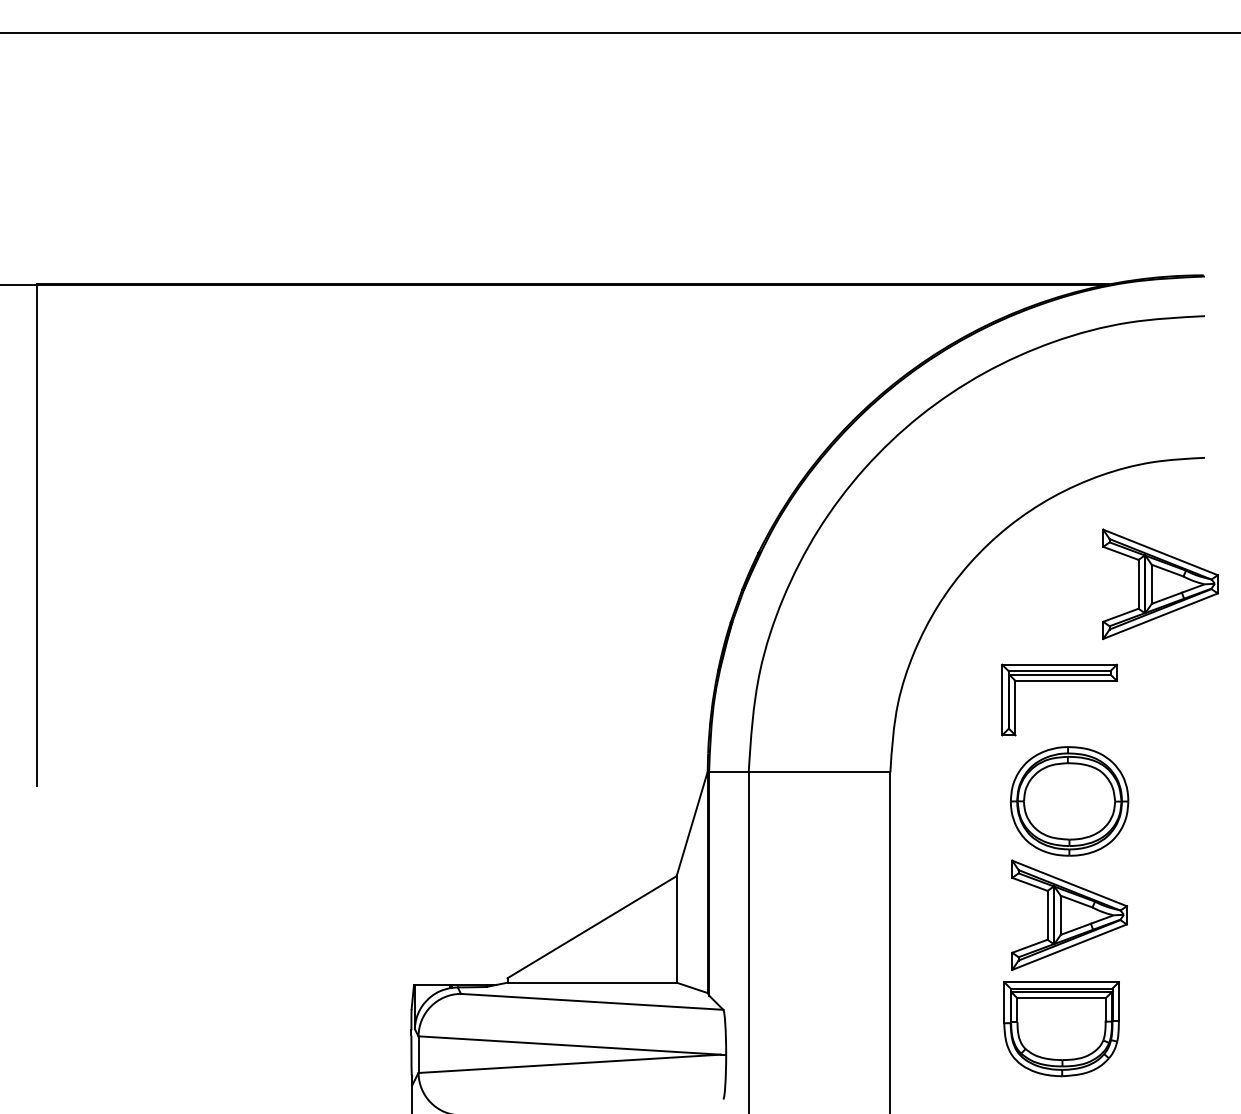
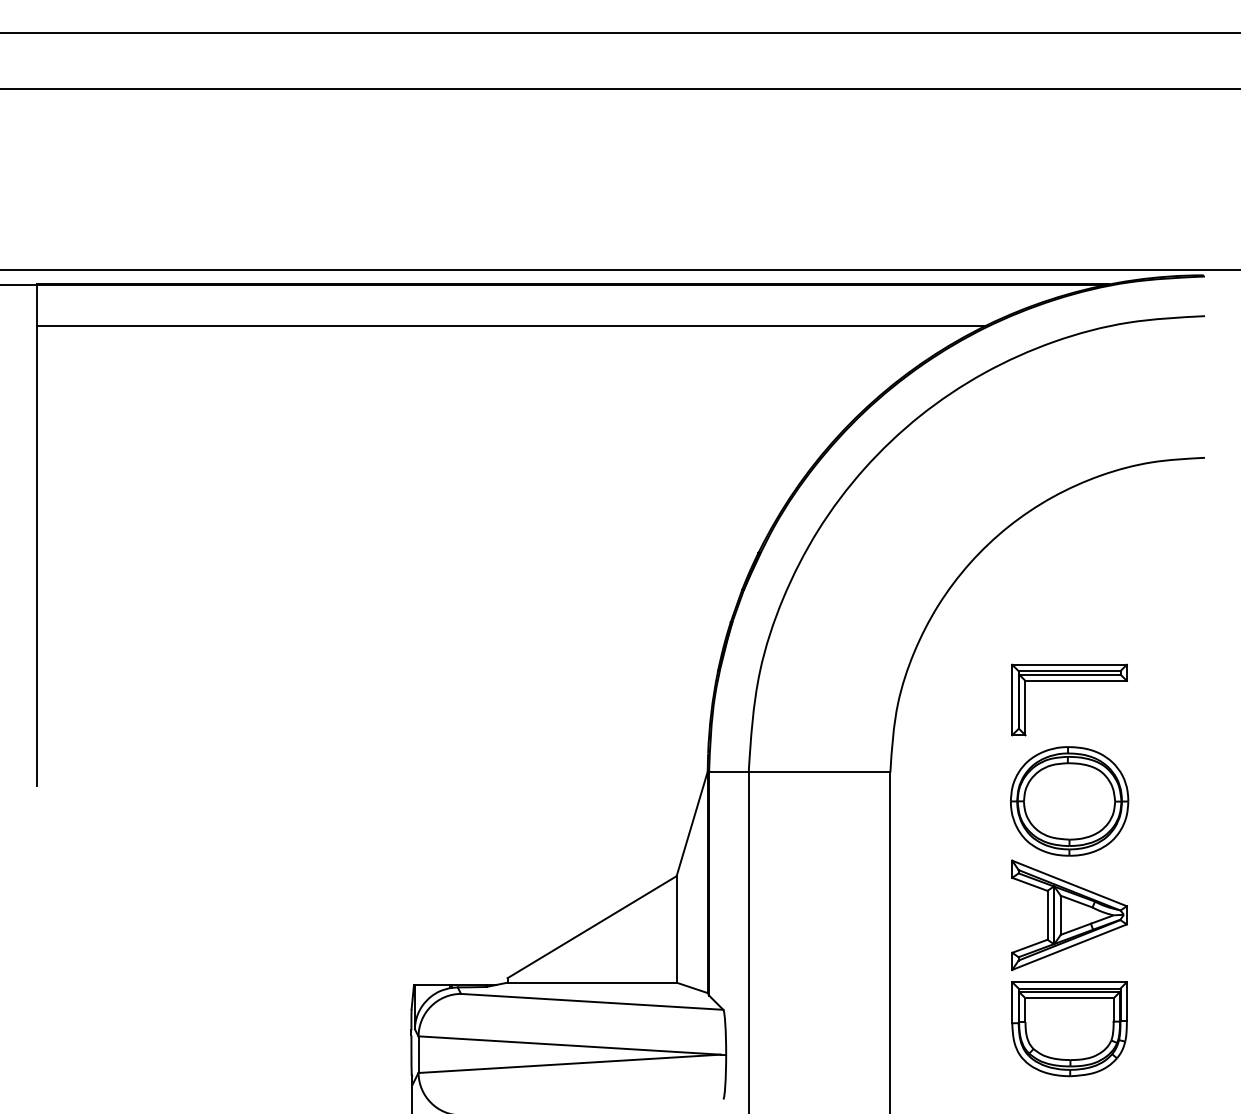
line at (619, 89): none -> present
line at (619, 270): none -> present
line at (511, 326): none -> present
part at (1160, 583): present -> none
part at (1059, 681) position: (1059, 681) -> (1069, 681)
part at (1061, 1029) position: (1061, 1029) -> (1069, 1029)
